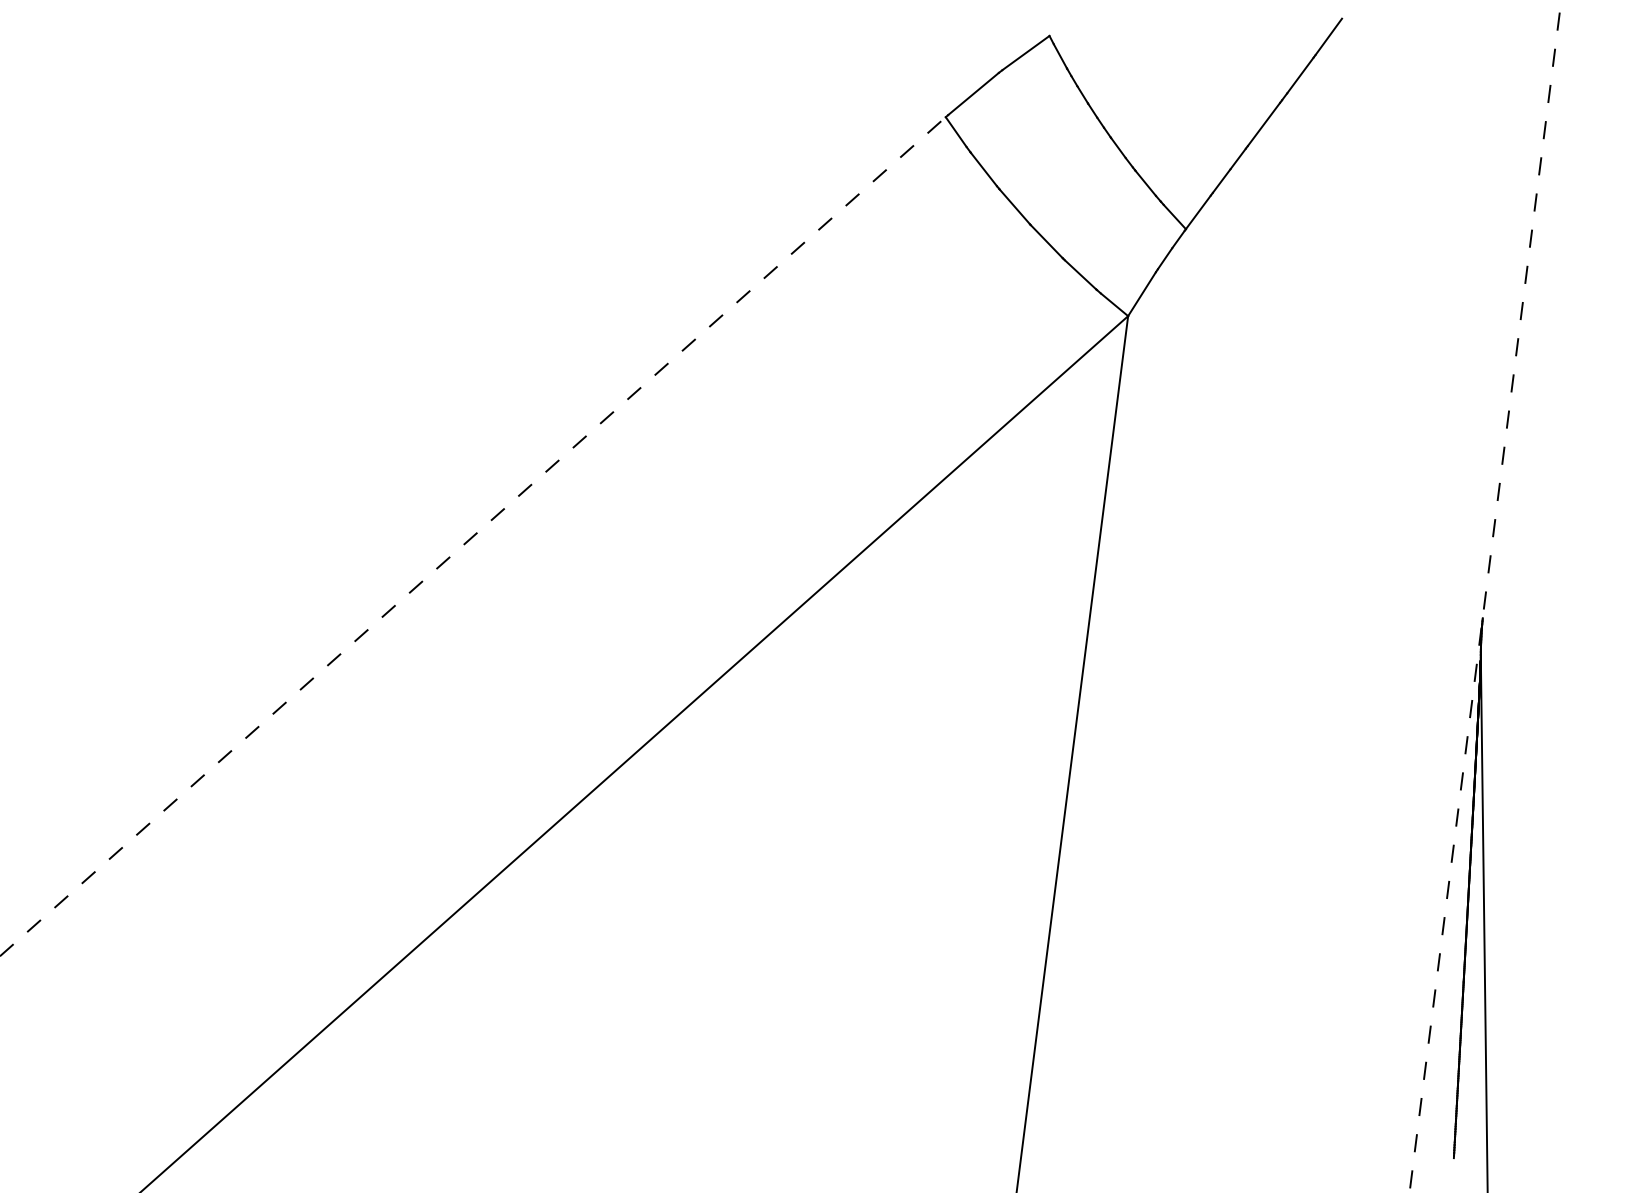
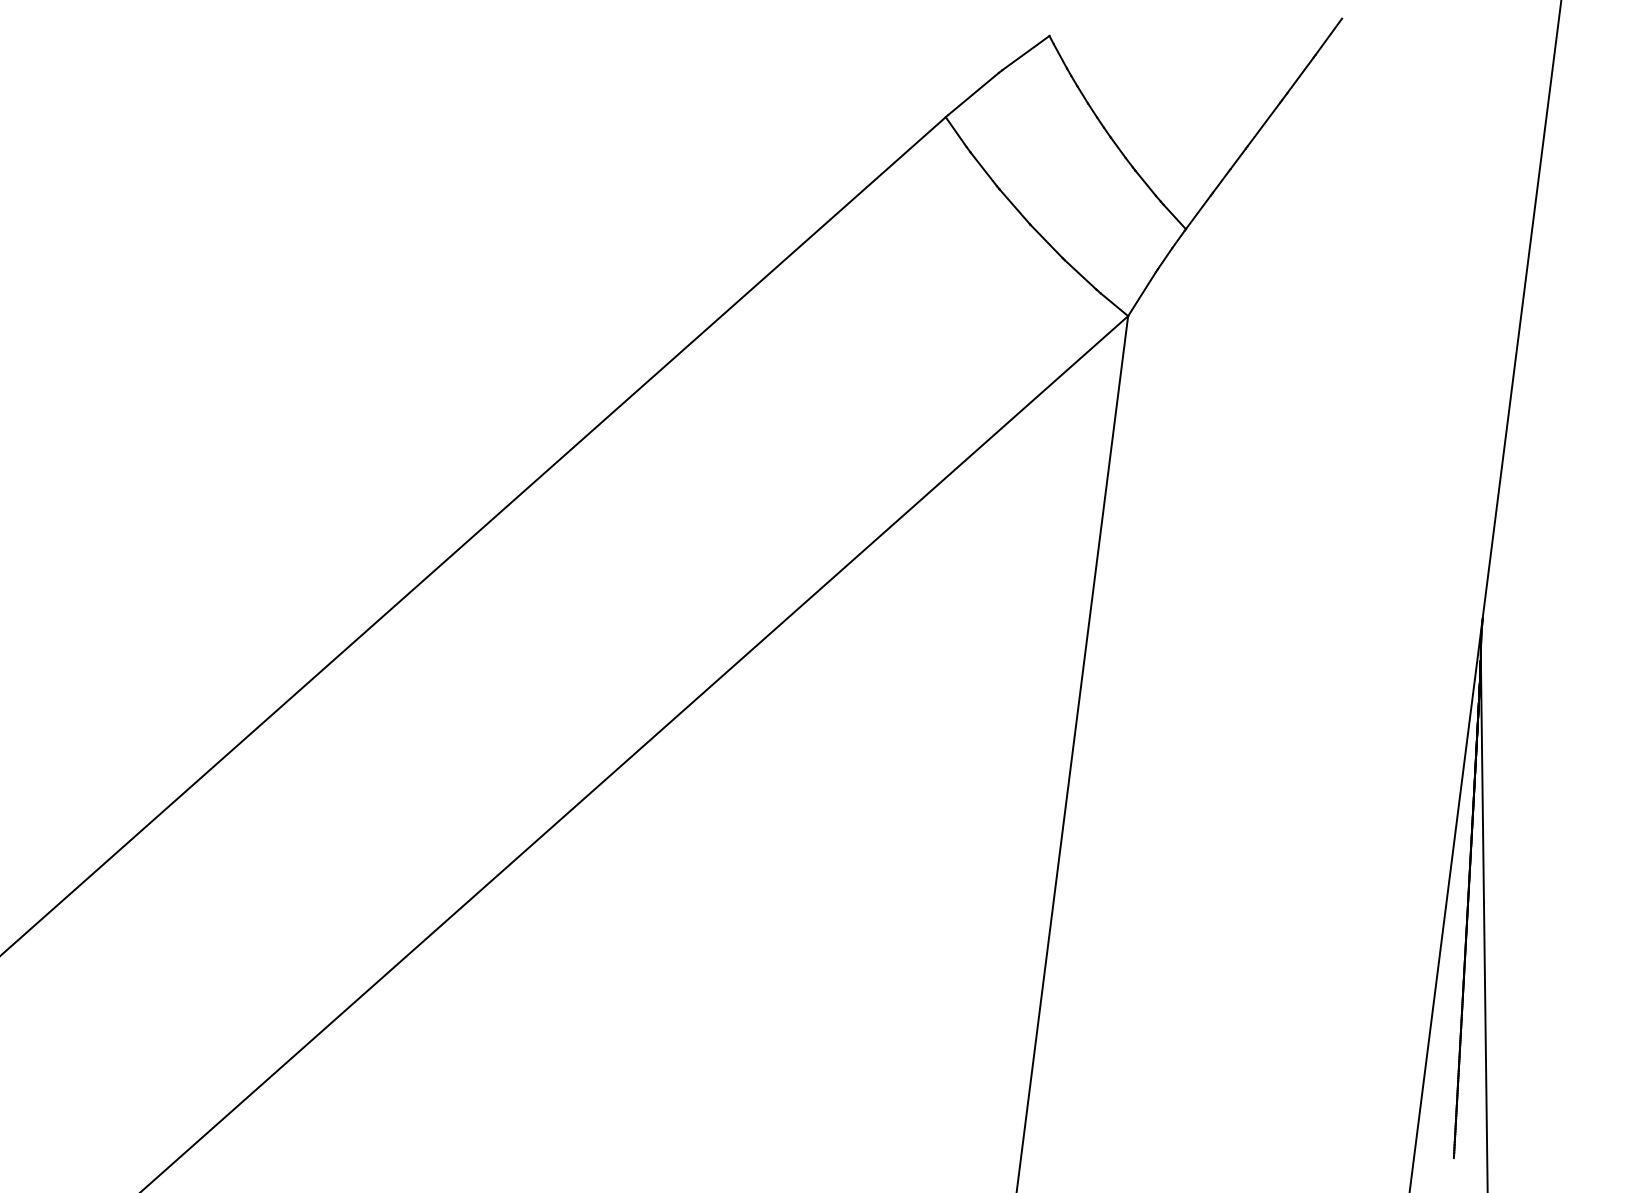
line at (473, 536): dashed -> solid
line at (1485, 596): dashed -> solid
